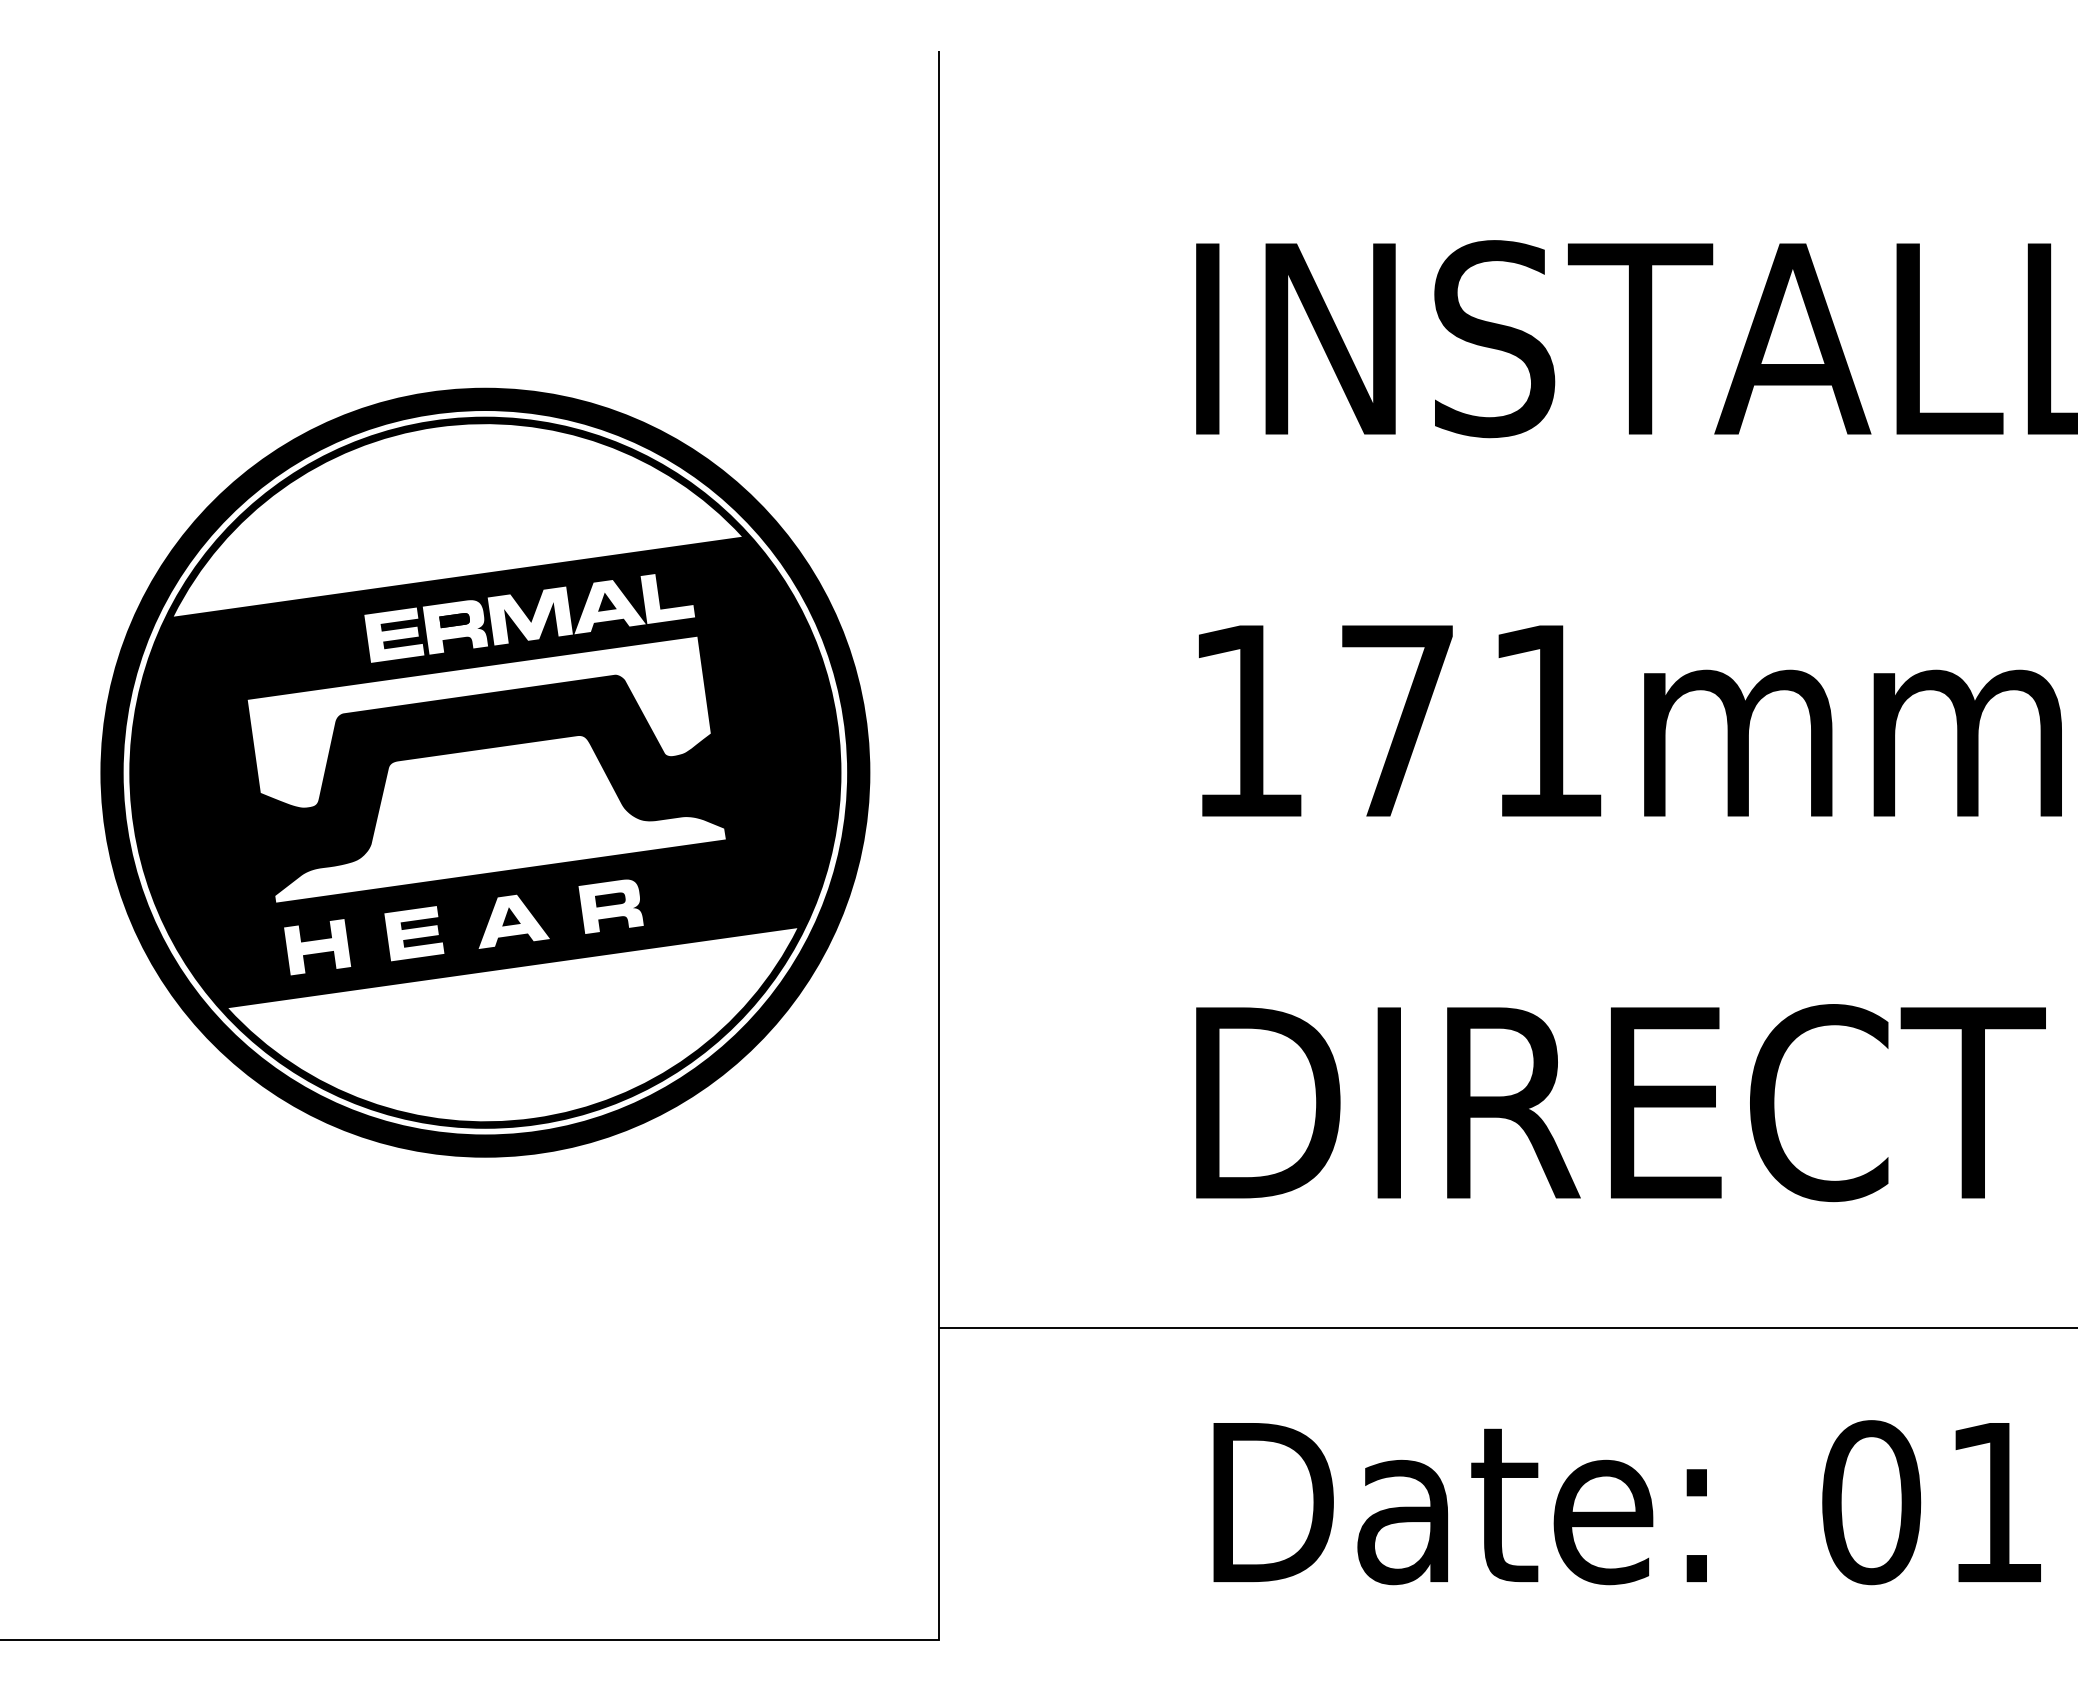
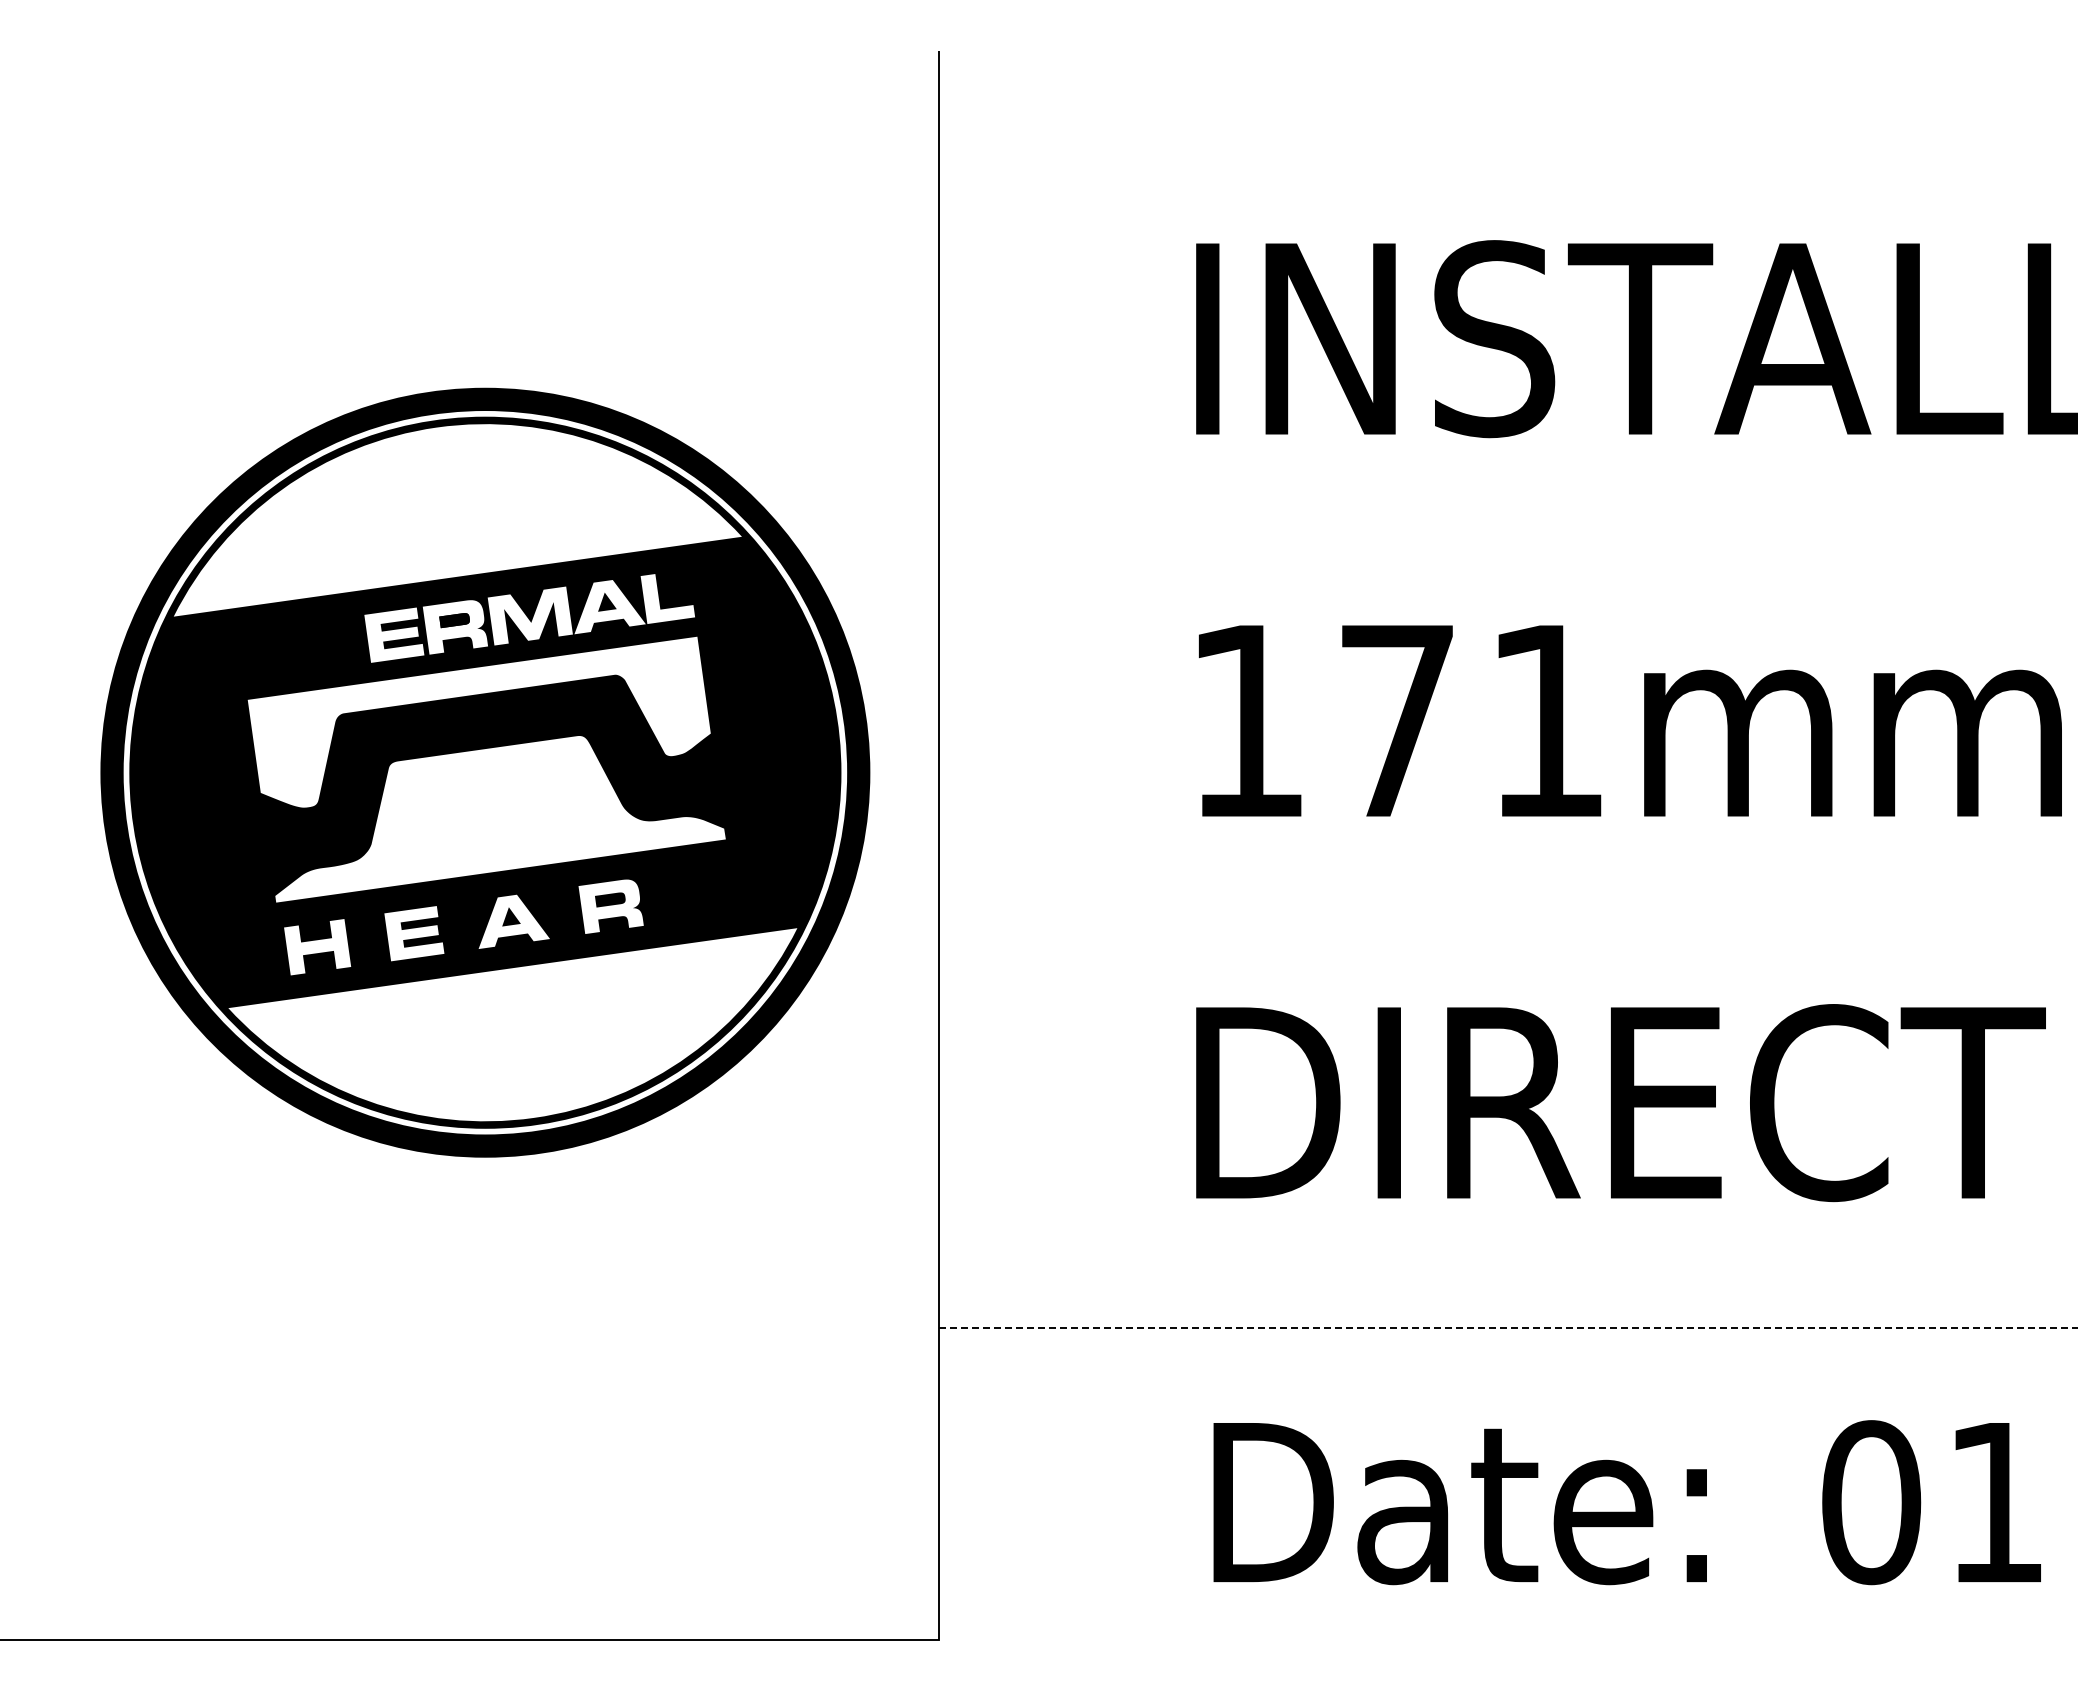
line at (1507, 1328): solid -> dashed
